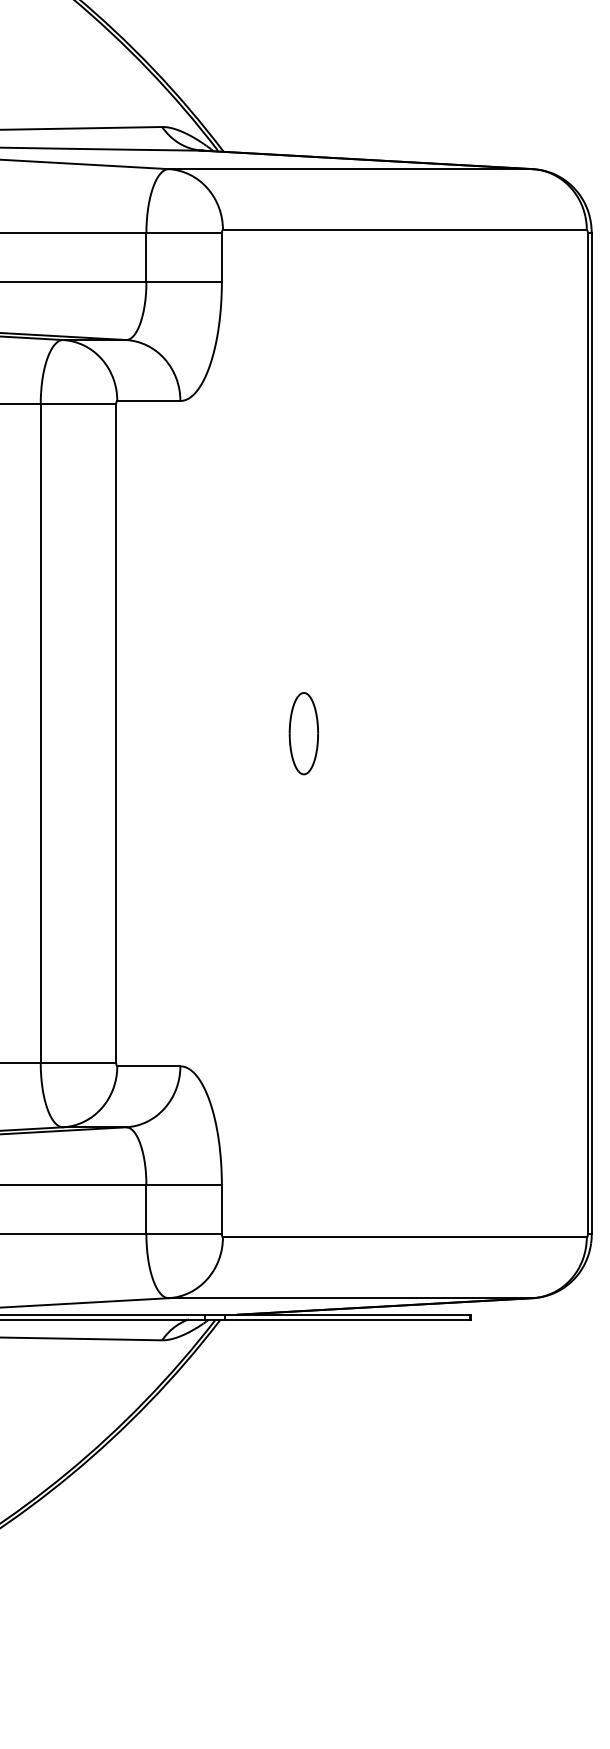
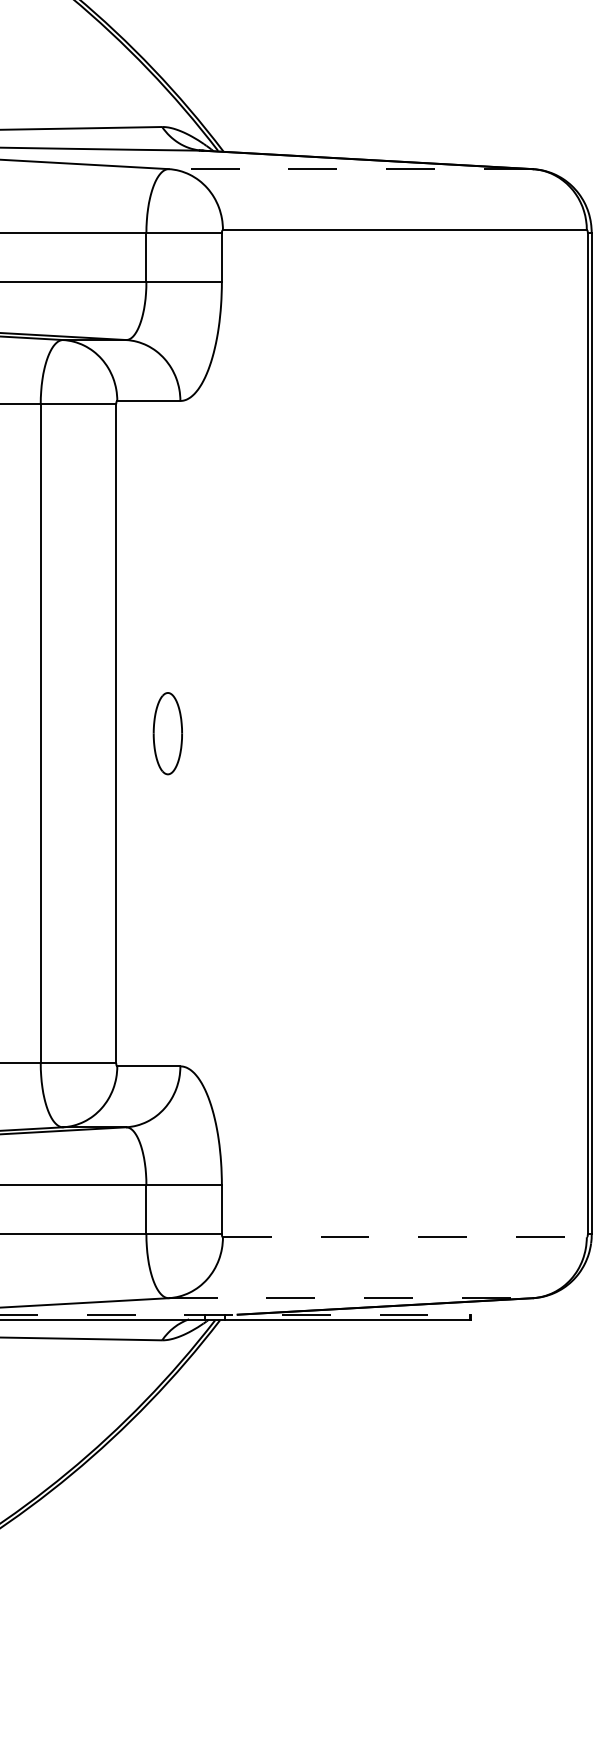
line at (350, 169): solid -> dashed
part at (303, 733) position: (303, 733) -> (167, 733)
line at (404, 1237): solid -> dashed
line at (350, 1298): solid -> dashed
line at (236, 1314): solid -> dashed
